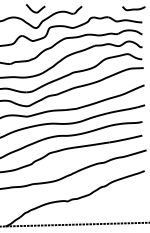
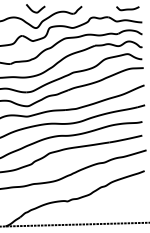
curve at (133, 8) position: (133, 8) -> (127, 8)
